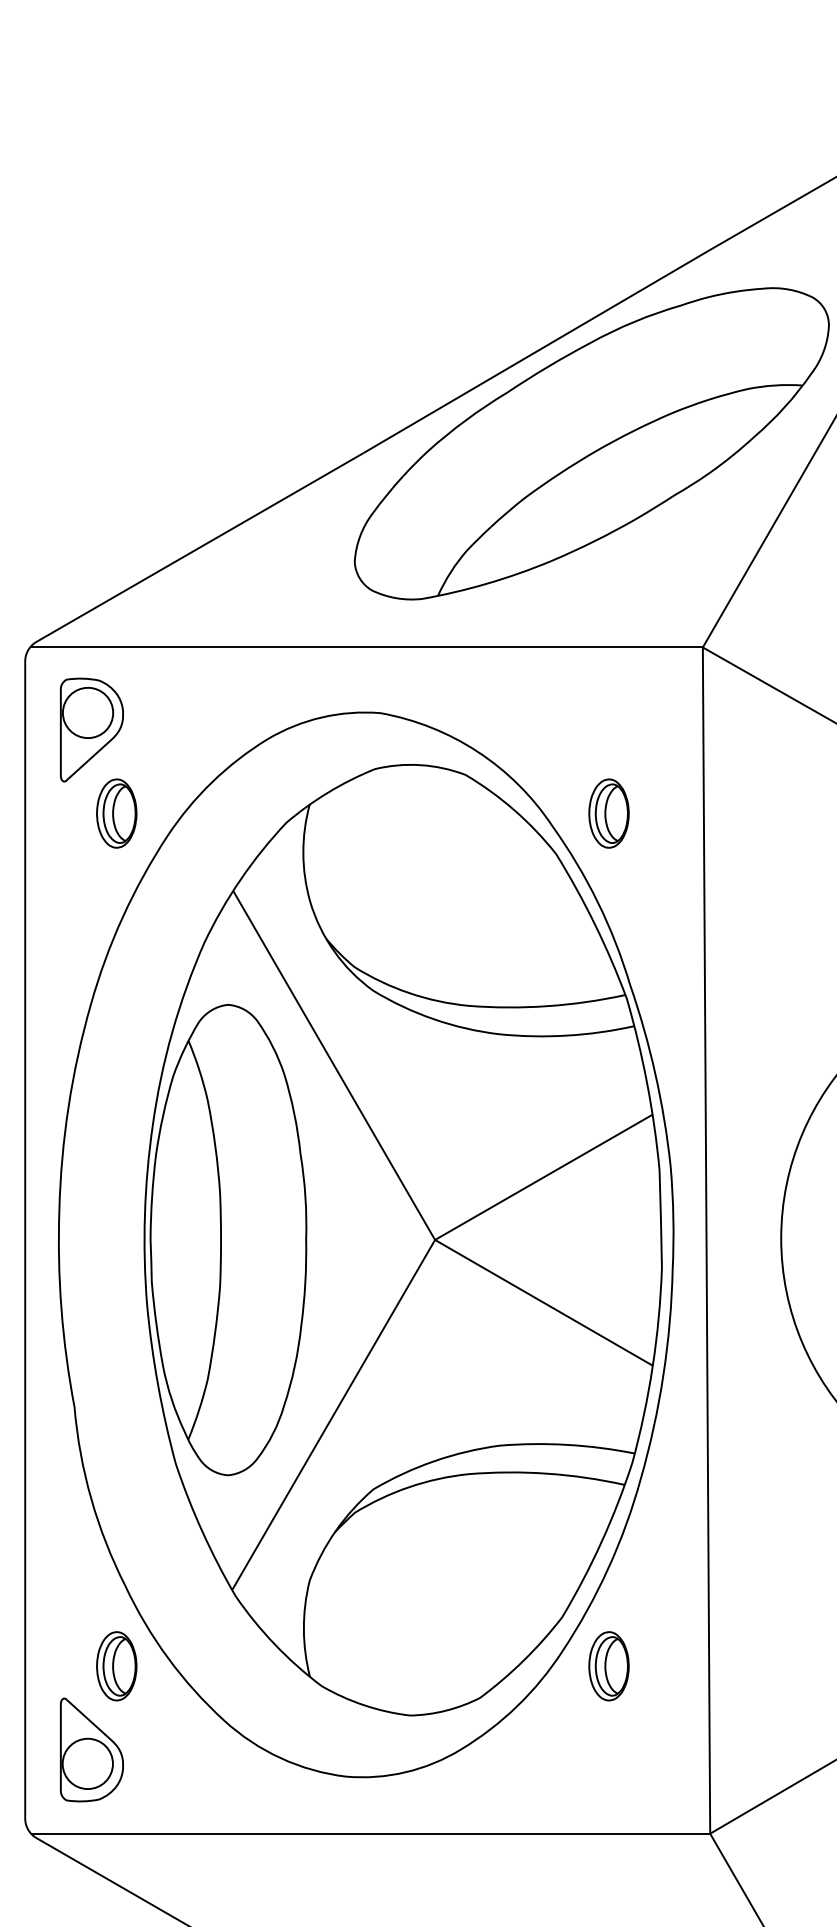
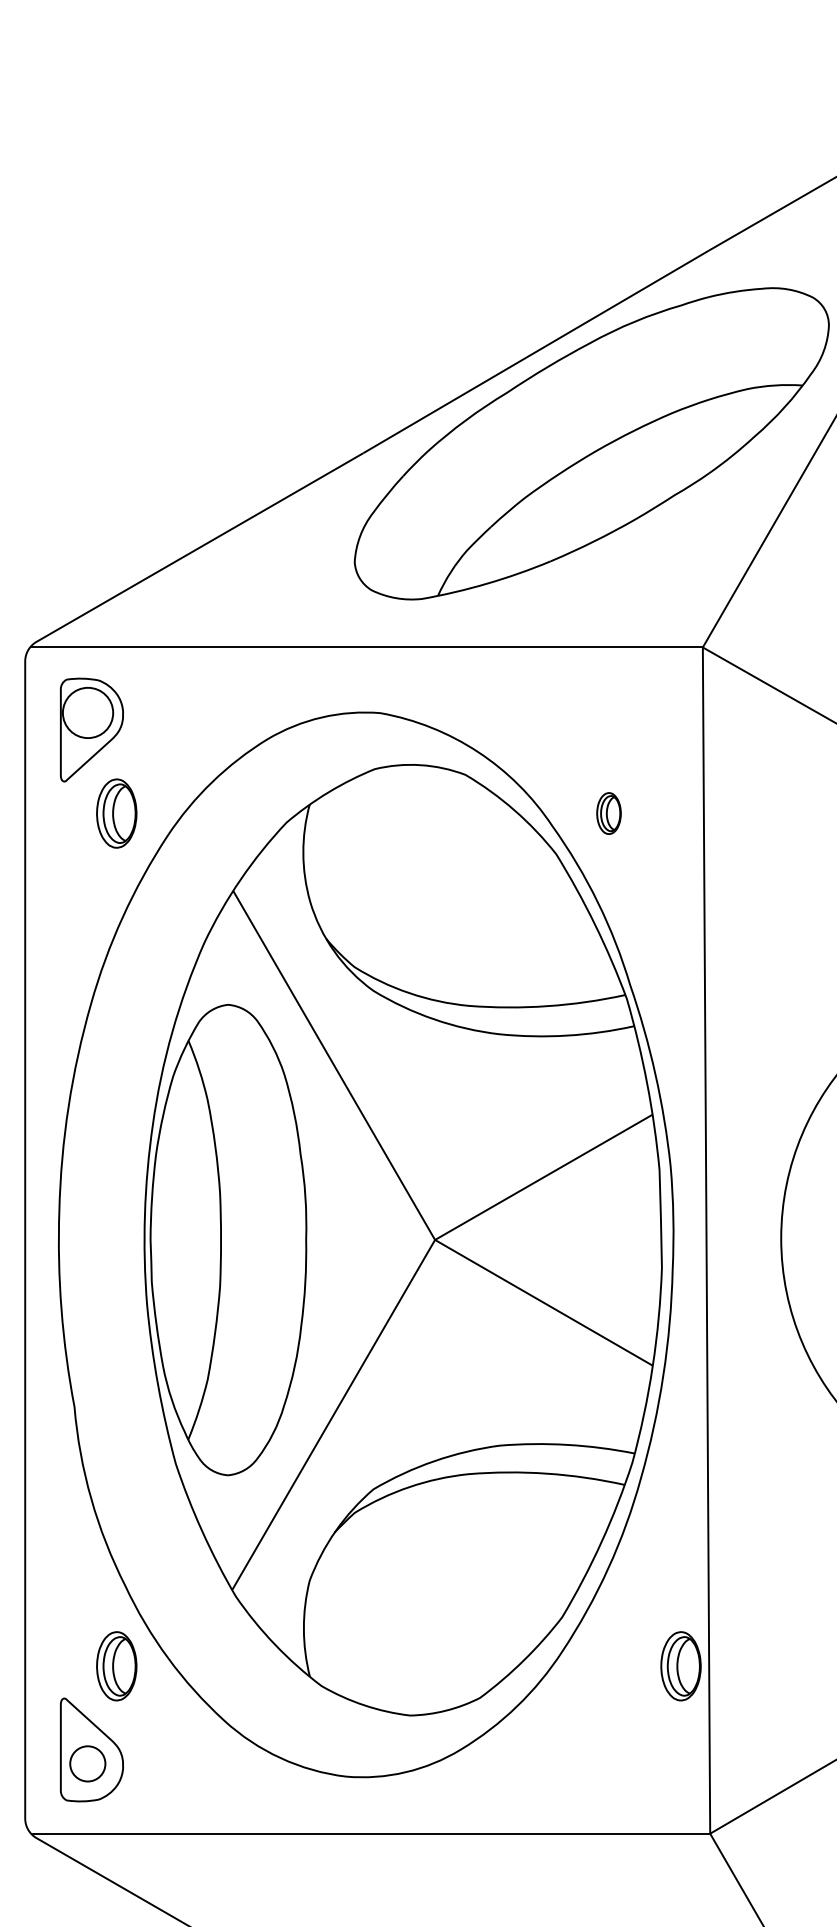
part at (608, 813) size: 42x71 px -> 26x43 px
part at (608, 1666) position: (608, 1666) -> (680, 1666)
circle at (87, 1763) diameter: 50 px -> 35 px
